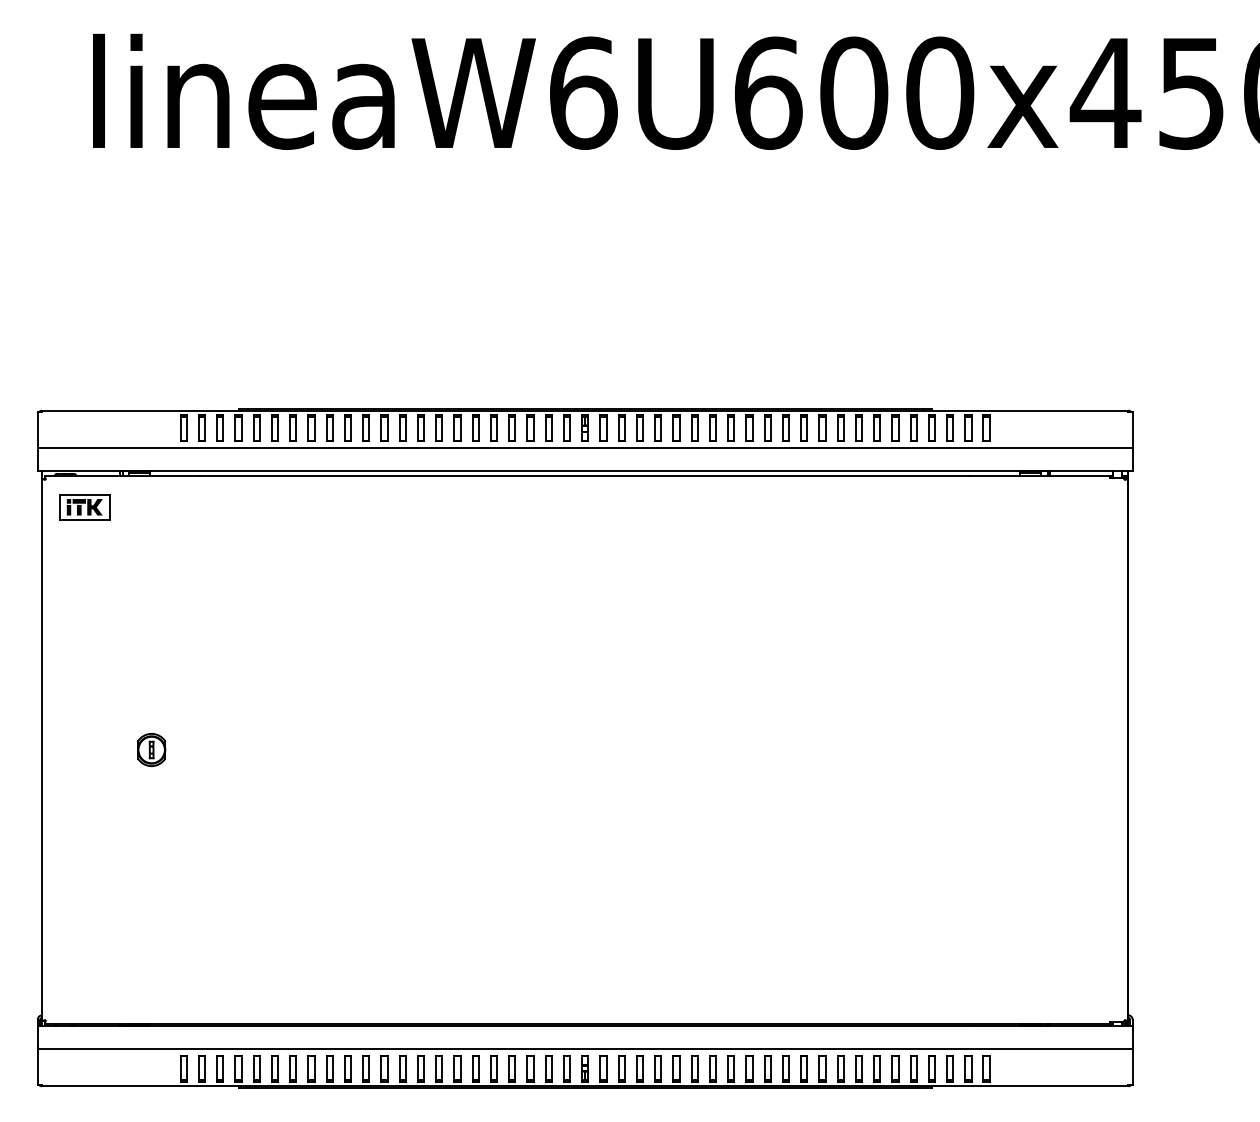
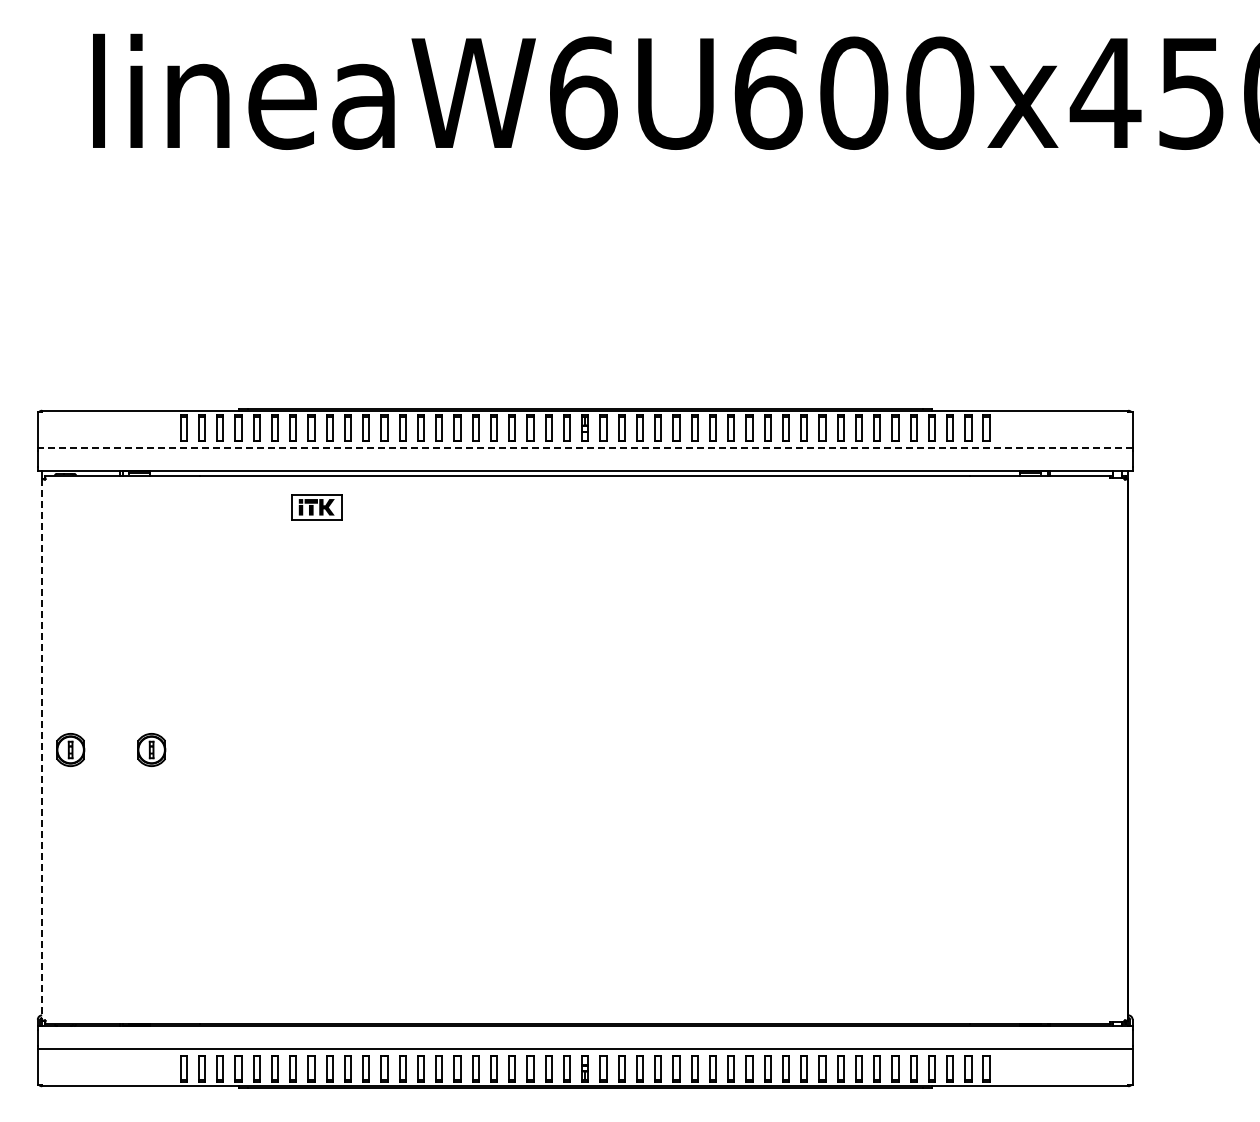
line at (584, 447): solid -> dashed
part at (84, 507) position: (84, 507) -> (316, 507)
part at (70, 749): none -> present
line at (42, 750): solid -> dashed
